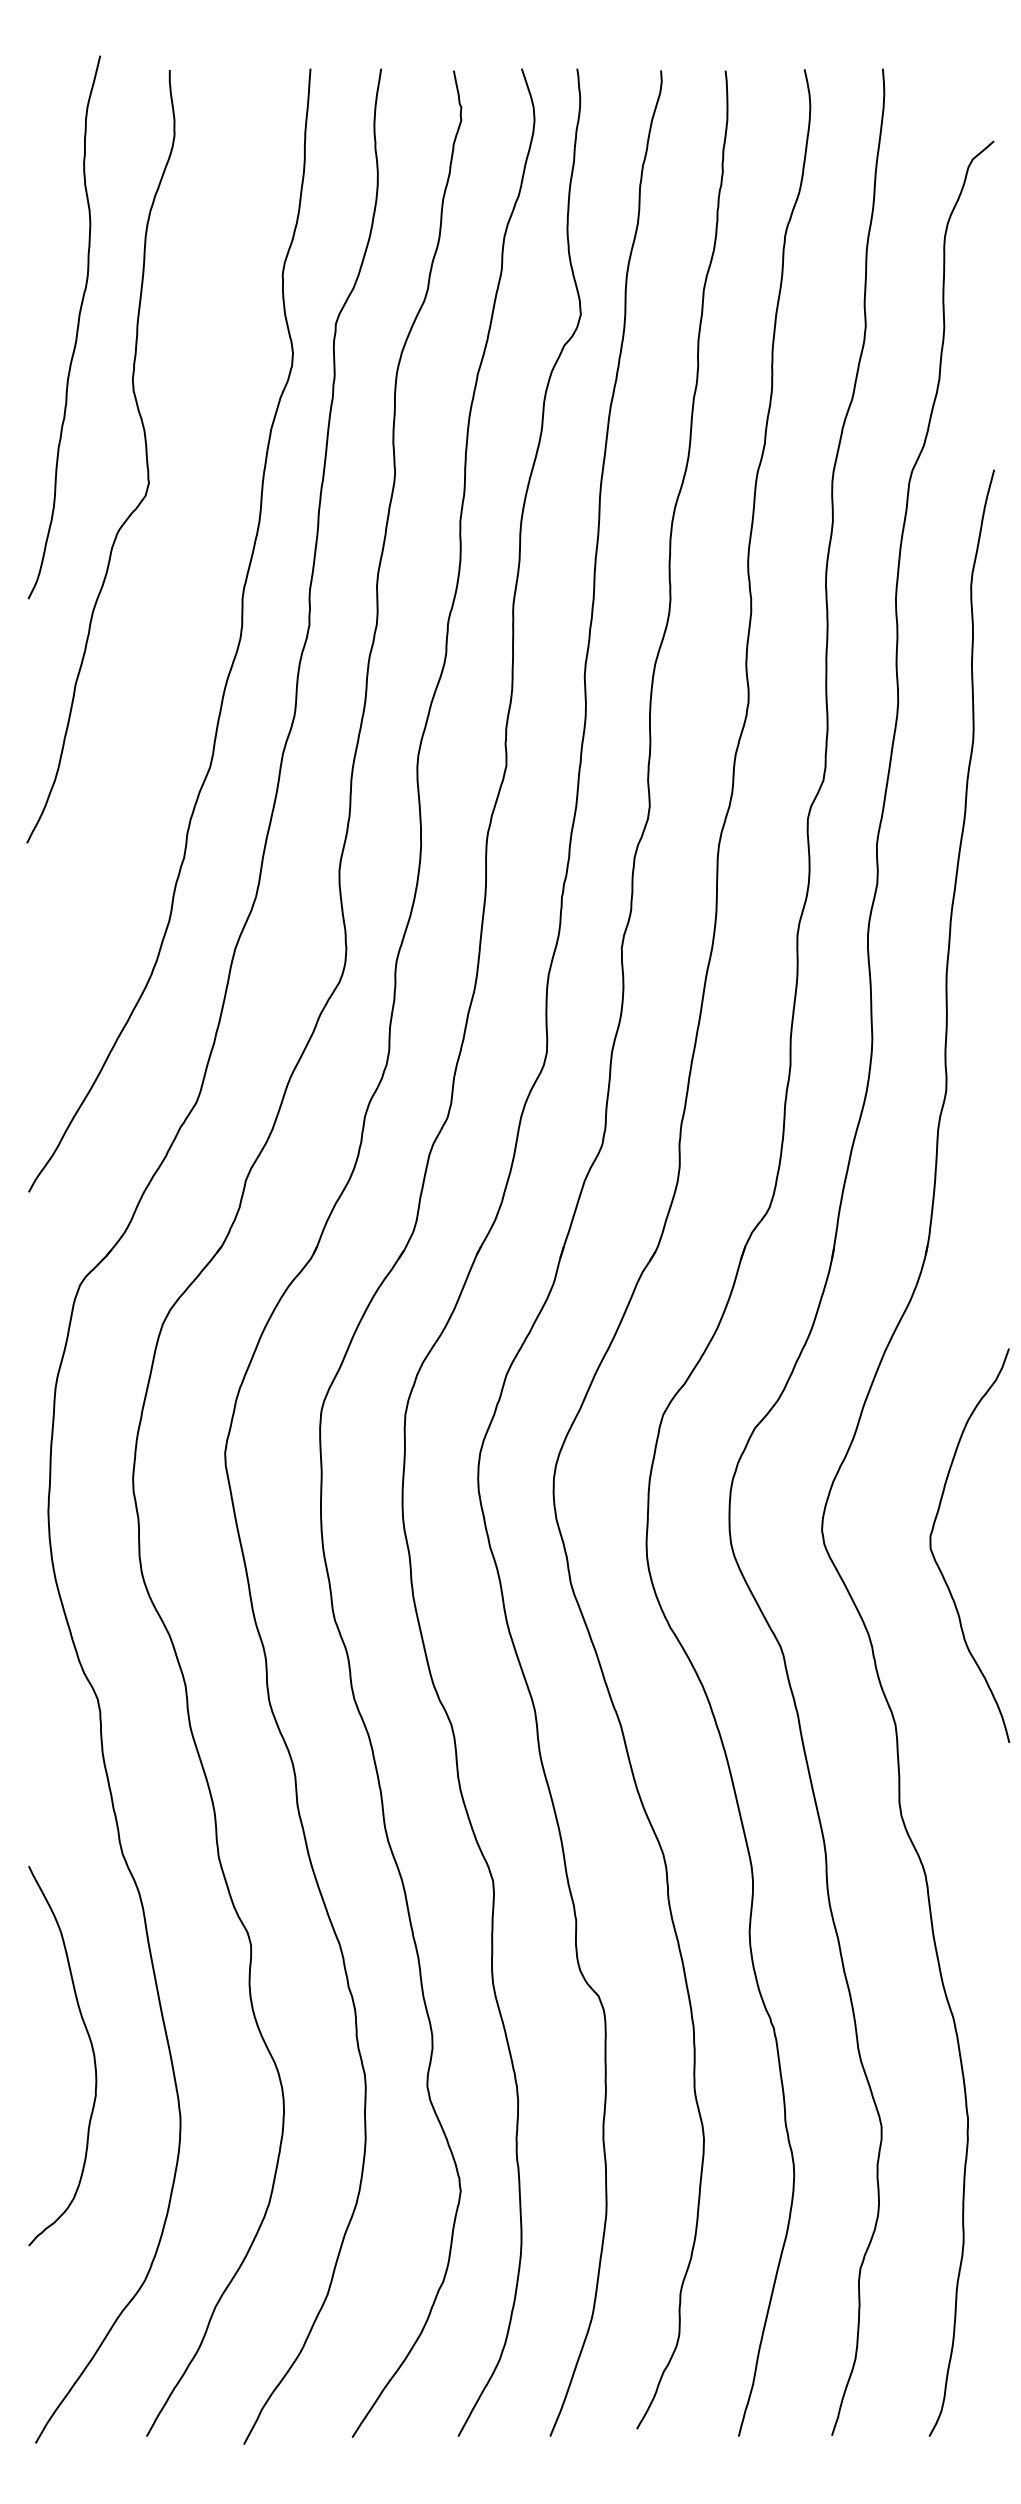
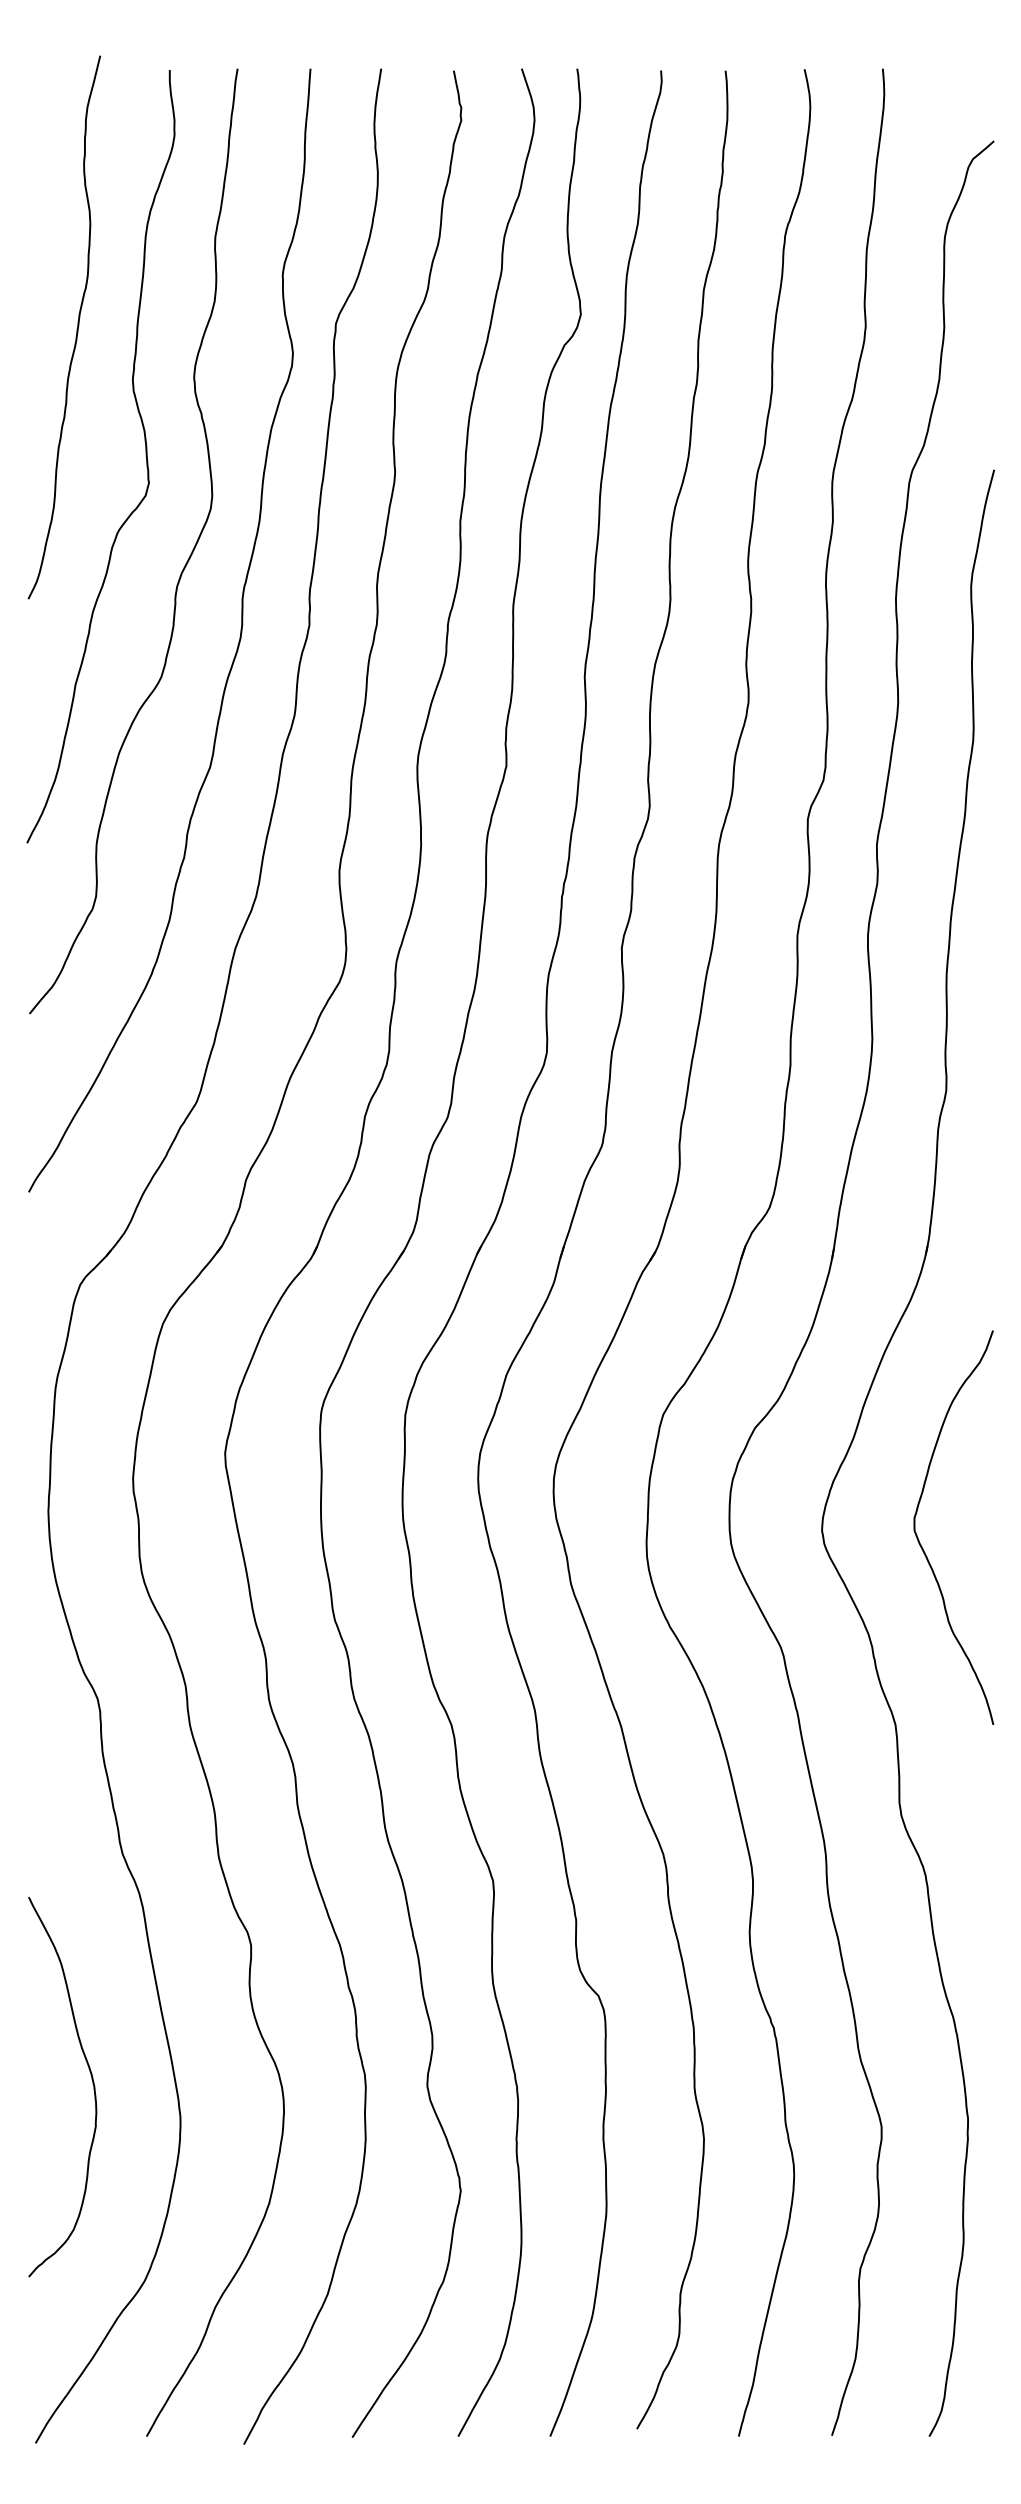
curve at (183, 567): none -> present
curve at (937, 1562) position: (937, 1562) -> (921, 1544)
curve at (91, 2048) position: (91, 2048) -> (91, 2079)
